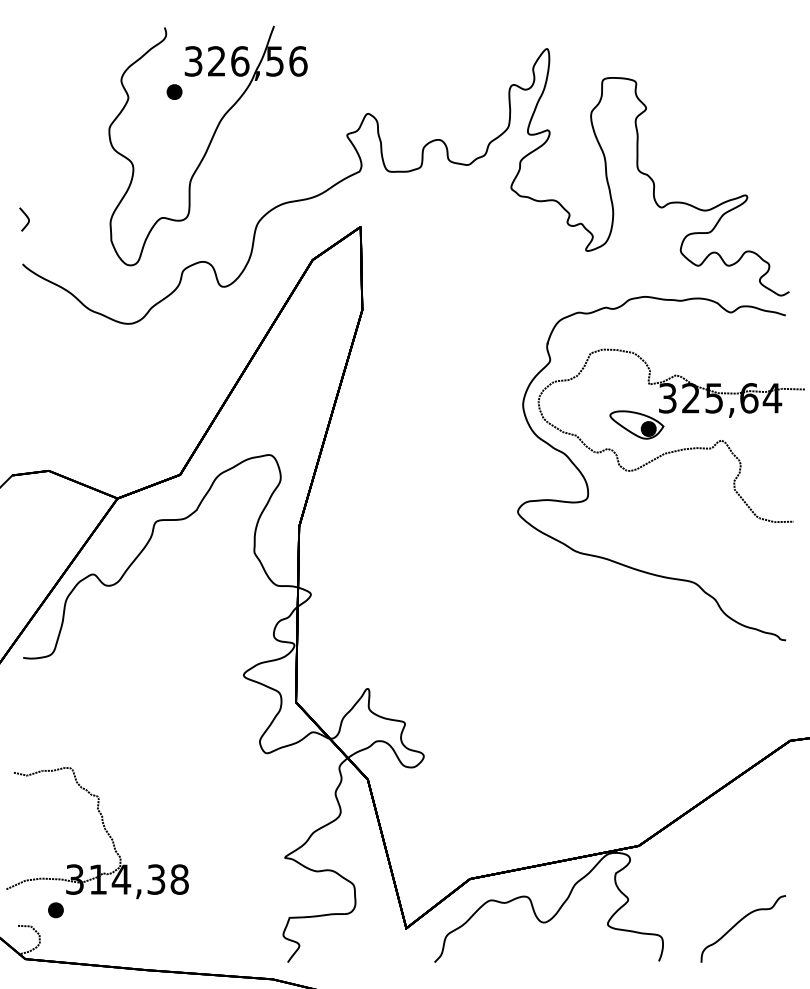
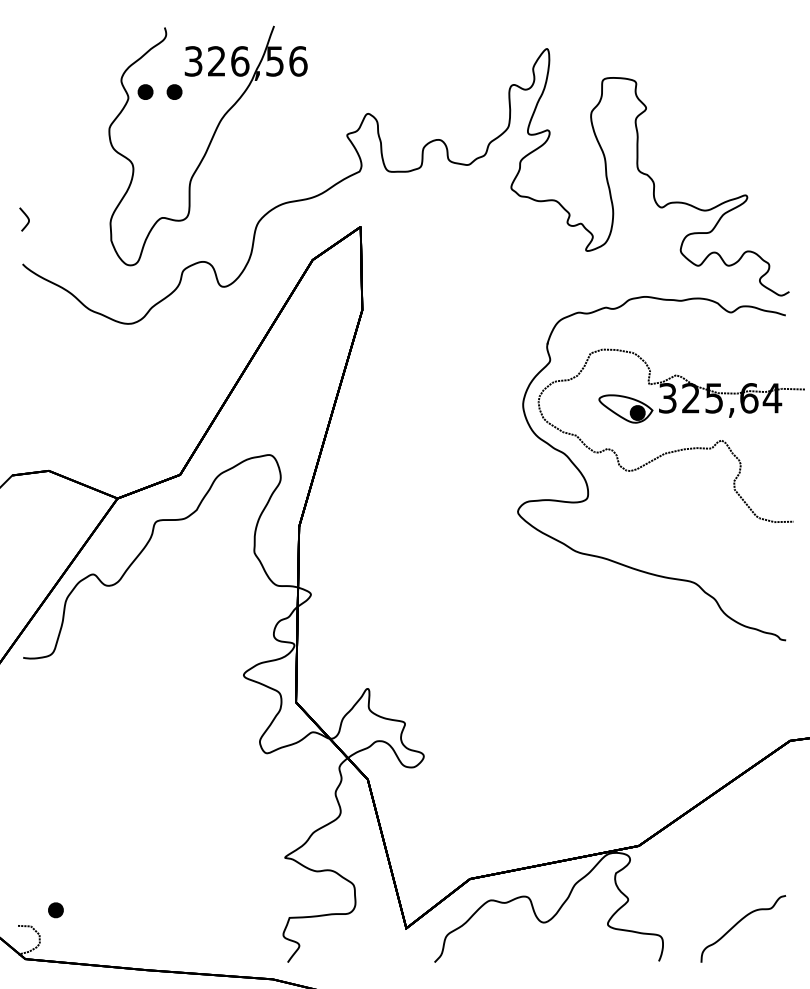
part at (145, 91): none -> present
part at (636, 424) position: (636, 424) -> (625, 408)
part at (104, 829): present -> none
